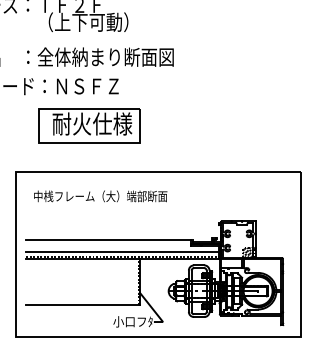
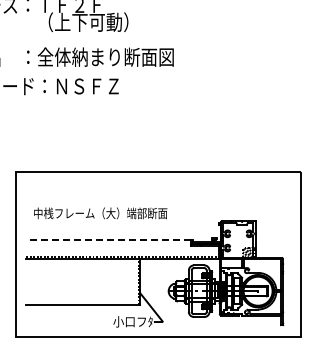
part at (89, 125): present -> none
text at (100, 196) position: (100, 196) -> (100, 213)
line at (108, 239): solid -> dashed
line at (122, 252): present -> none
